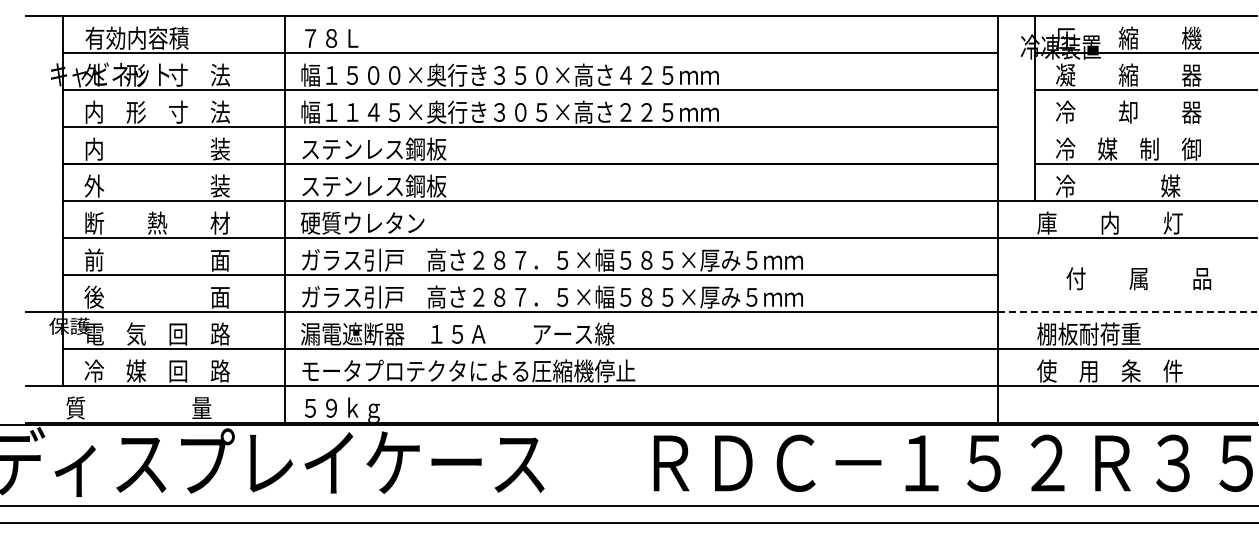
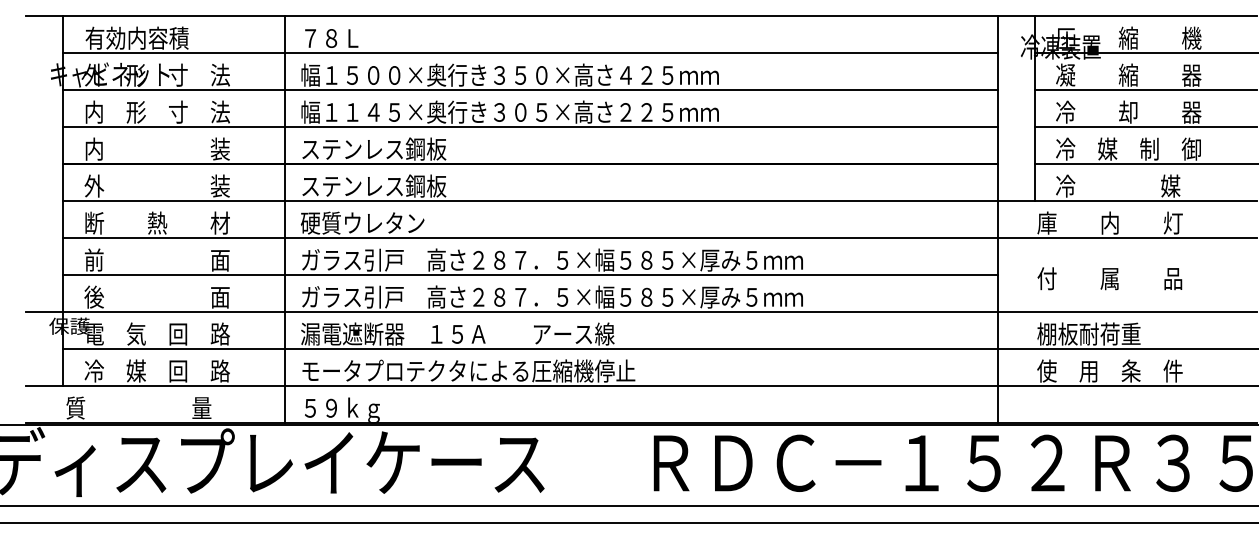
line at (1144, 127): none -> present
text at (1138, 278) position: (1138, 278) -> (1109, 278)
line at (1127, 312): dashed -> solid
